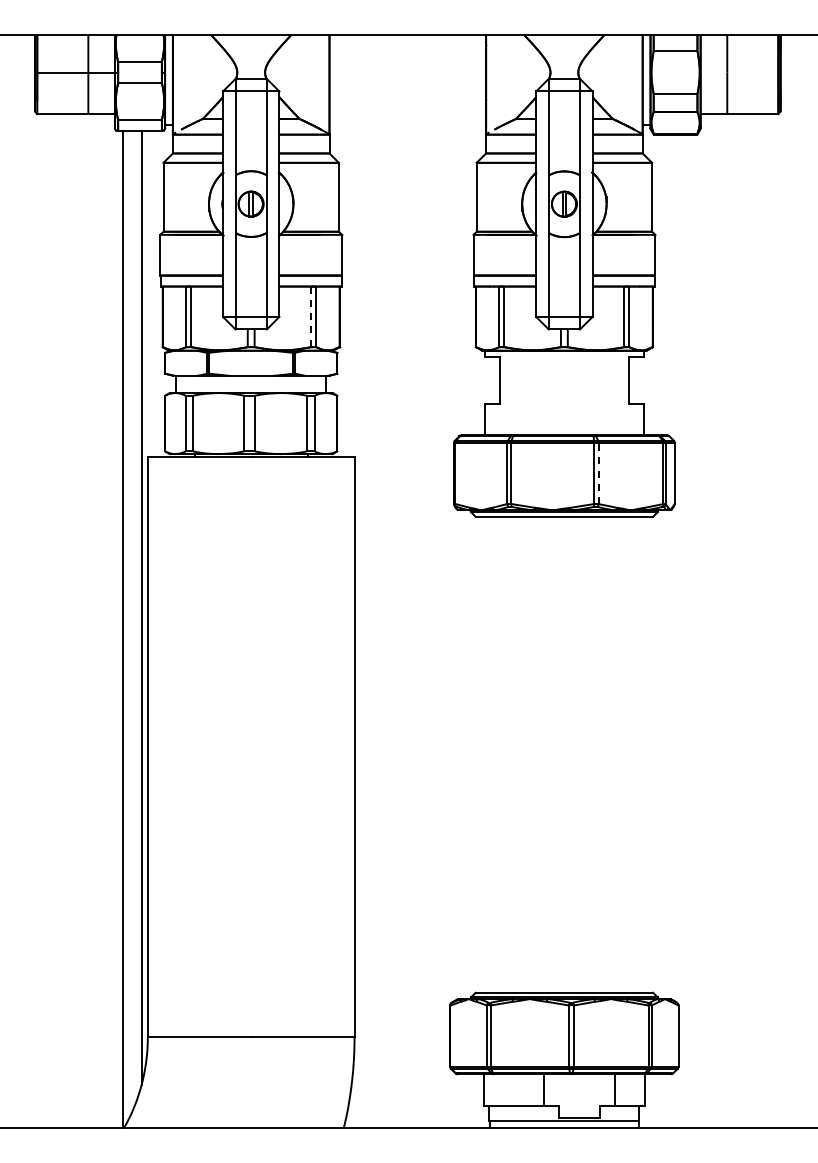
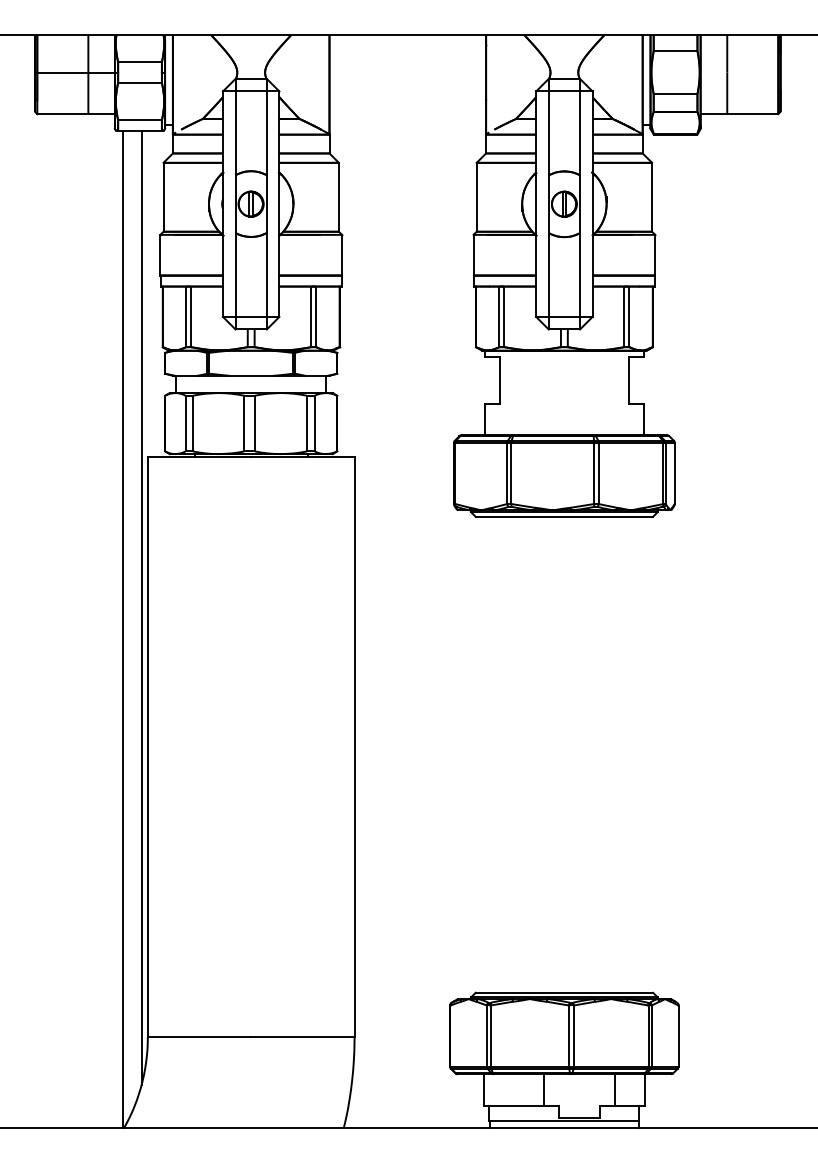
line at (311, 317): dashed -> solid
line at (598, 473): dashed -> solid
